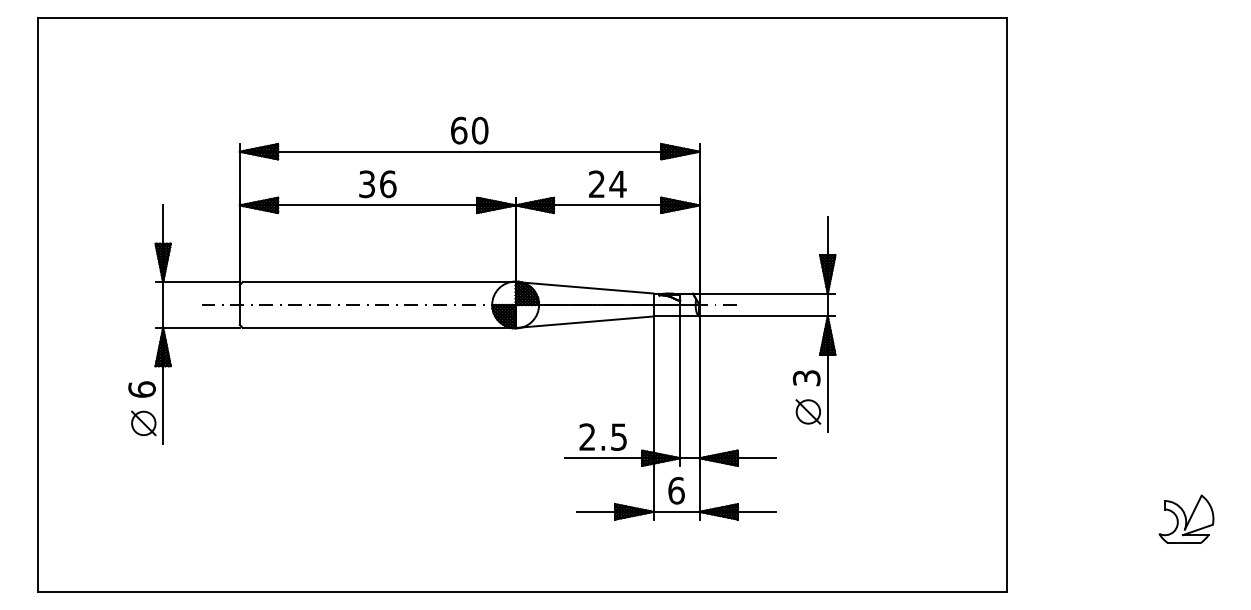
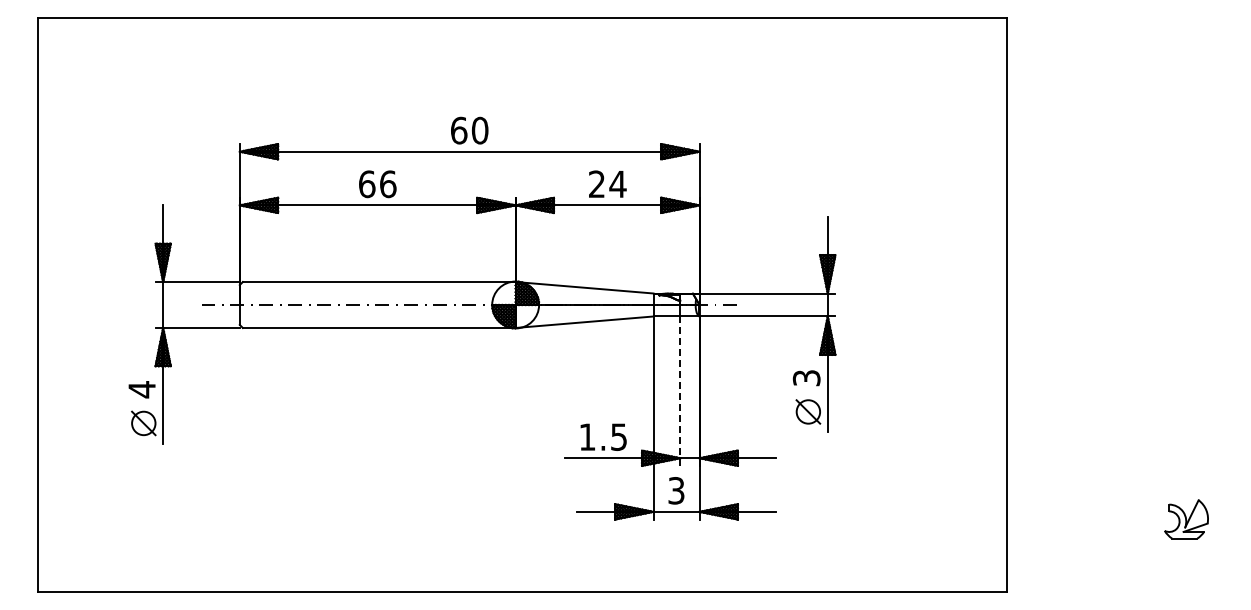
text at (367, 184): 36 -> 66
text at (141, 389): 6 -> 4
line at (680, 391): solid -> dashed
text at (587, 436): 2.5 -> 1.5
text at (676, 490): 6 -> 3
part at (1186, 518) size: 57x50 px -> 45x41 px
